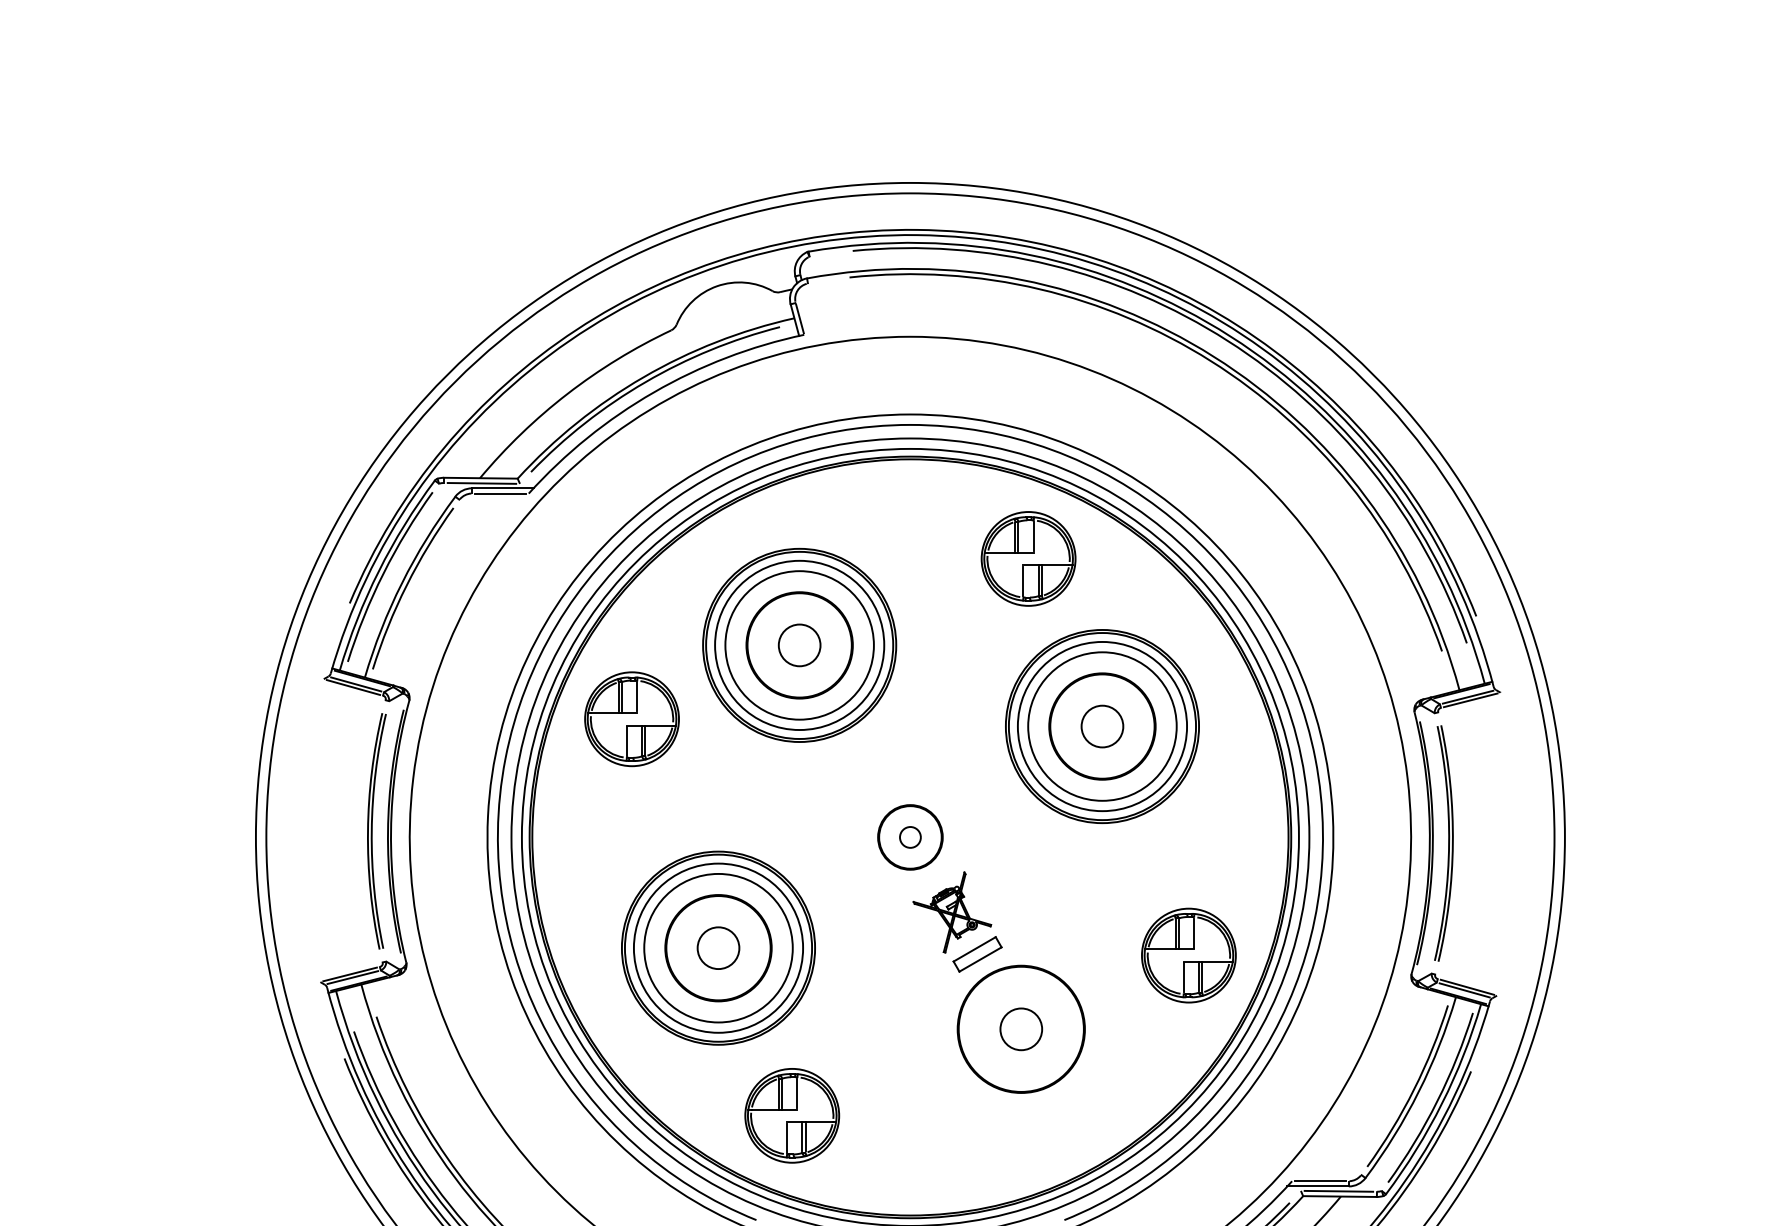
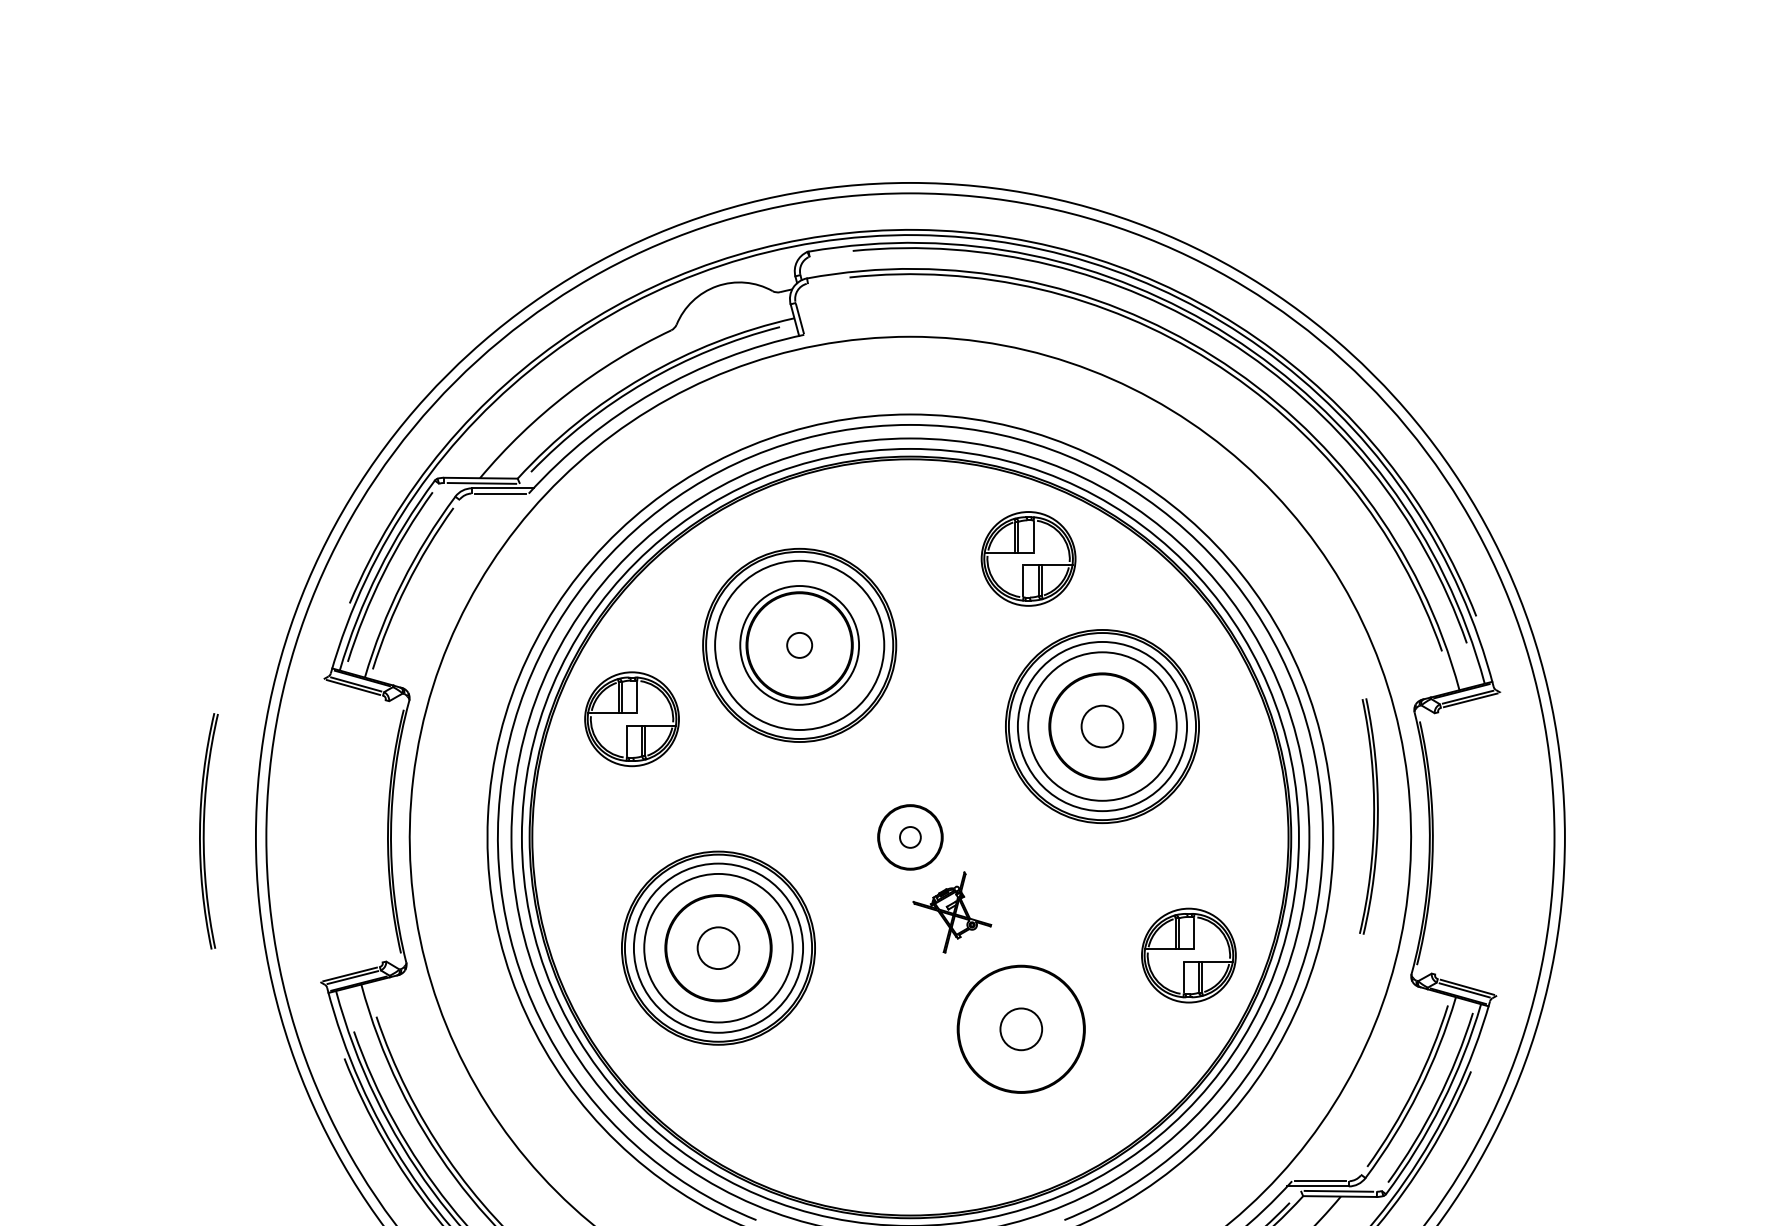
circle at (799, 645) diameter: 149 px -> 119 px
circle at (799, 645) diameter: 42 px -> 25 px
part at (376, 831) position: (376, 831) -> (208, 831)
part at (1443, 843) position: (1443, 843) -> (1368, 816)
part at (977, 954): present -> none
part at (792, 1115): present -> none
